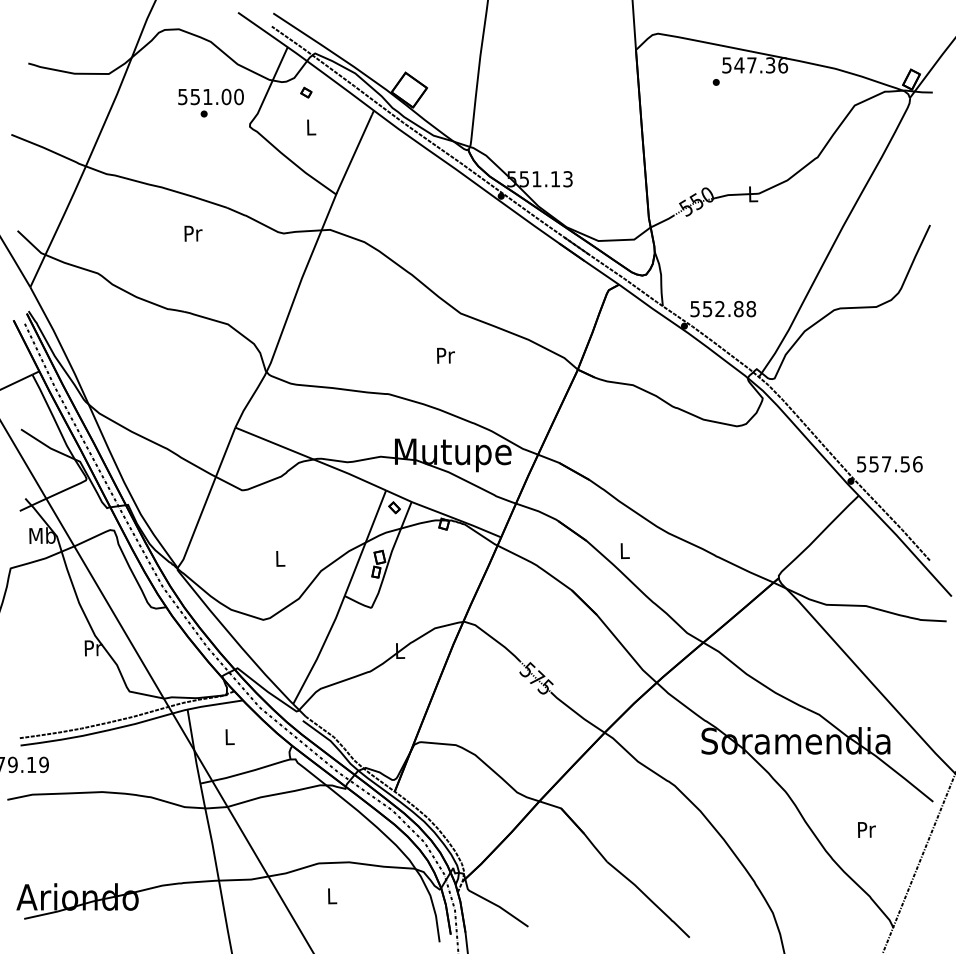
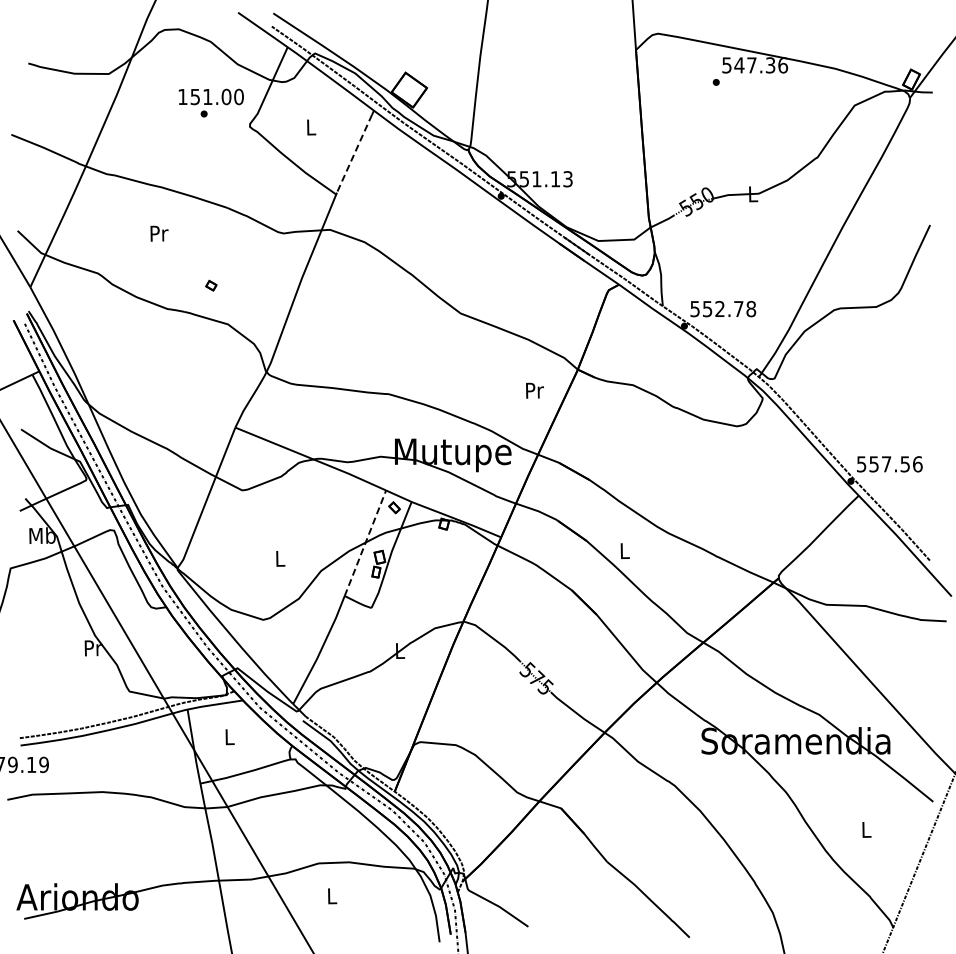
part at (306, 92) position: (306, 92) -> (211, 285)
text at (182, 97): 551.00 -> 151.00
line at (354, 154): solid -> dashed
text at (193, 233) position: (193, 233) -> (159, 233)
text at (738, 308): 552.88 -> 552.78
text at (445, 355) position: (445, 355) -> (534, 390)
line at (365, 543): solid -> dashed
text at (866, 829): Pr -> L
